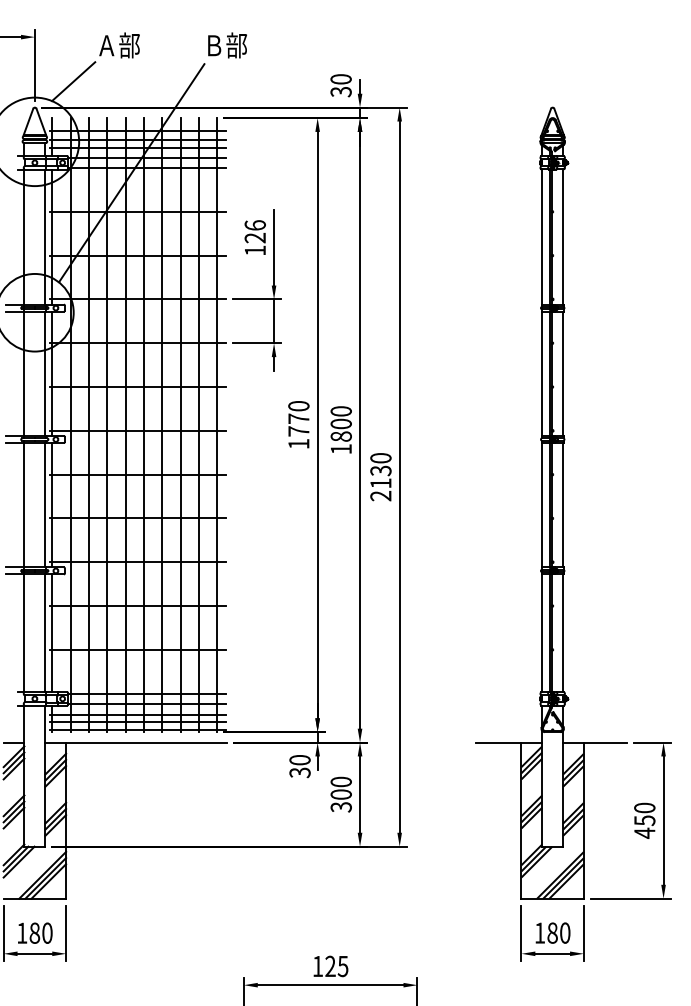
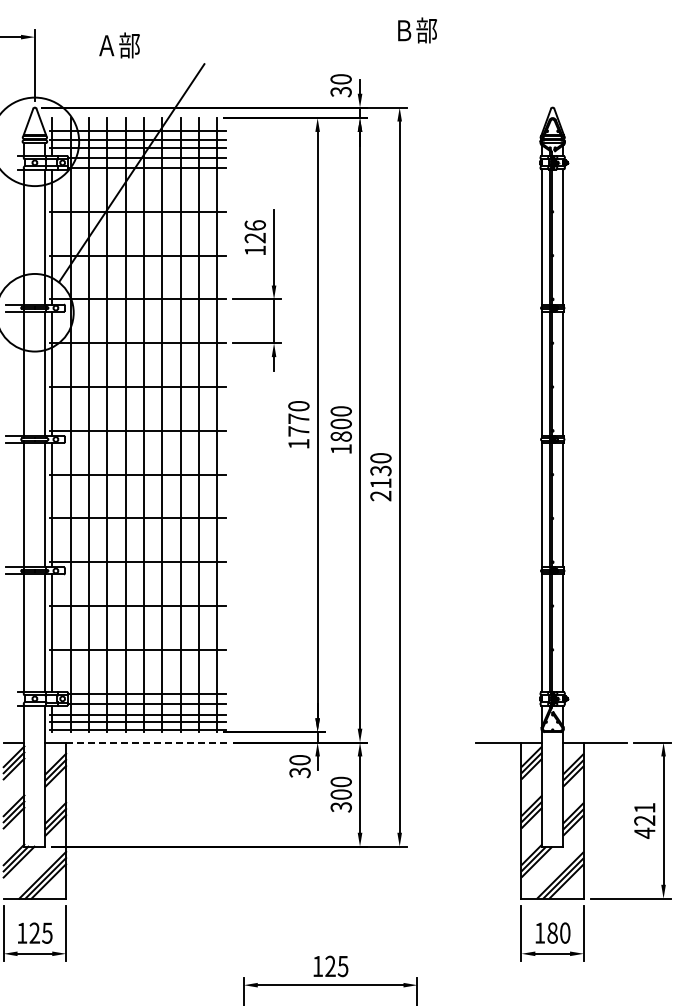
text at (227, 45) position: (227, 45) -> (417, 30)
line at (73, 81): present -> none
line at (146, 742): solid -> dashed
text at (644, 814): 450 -> 421
text at (40, 932): 180 -> 125
